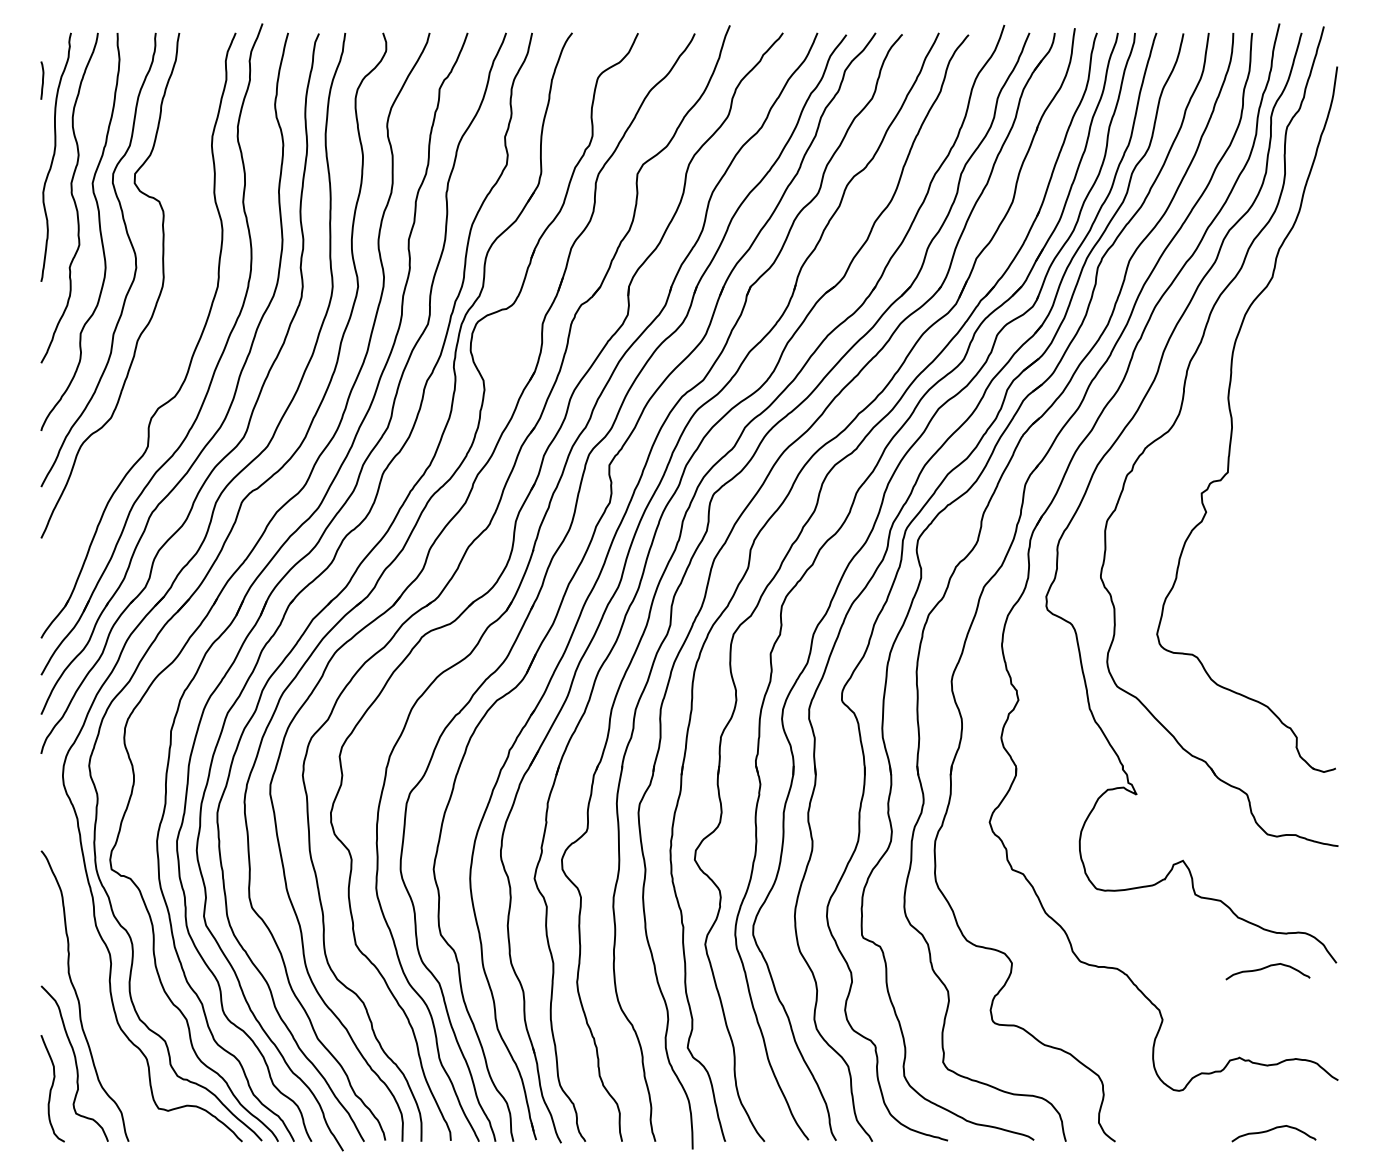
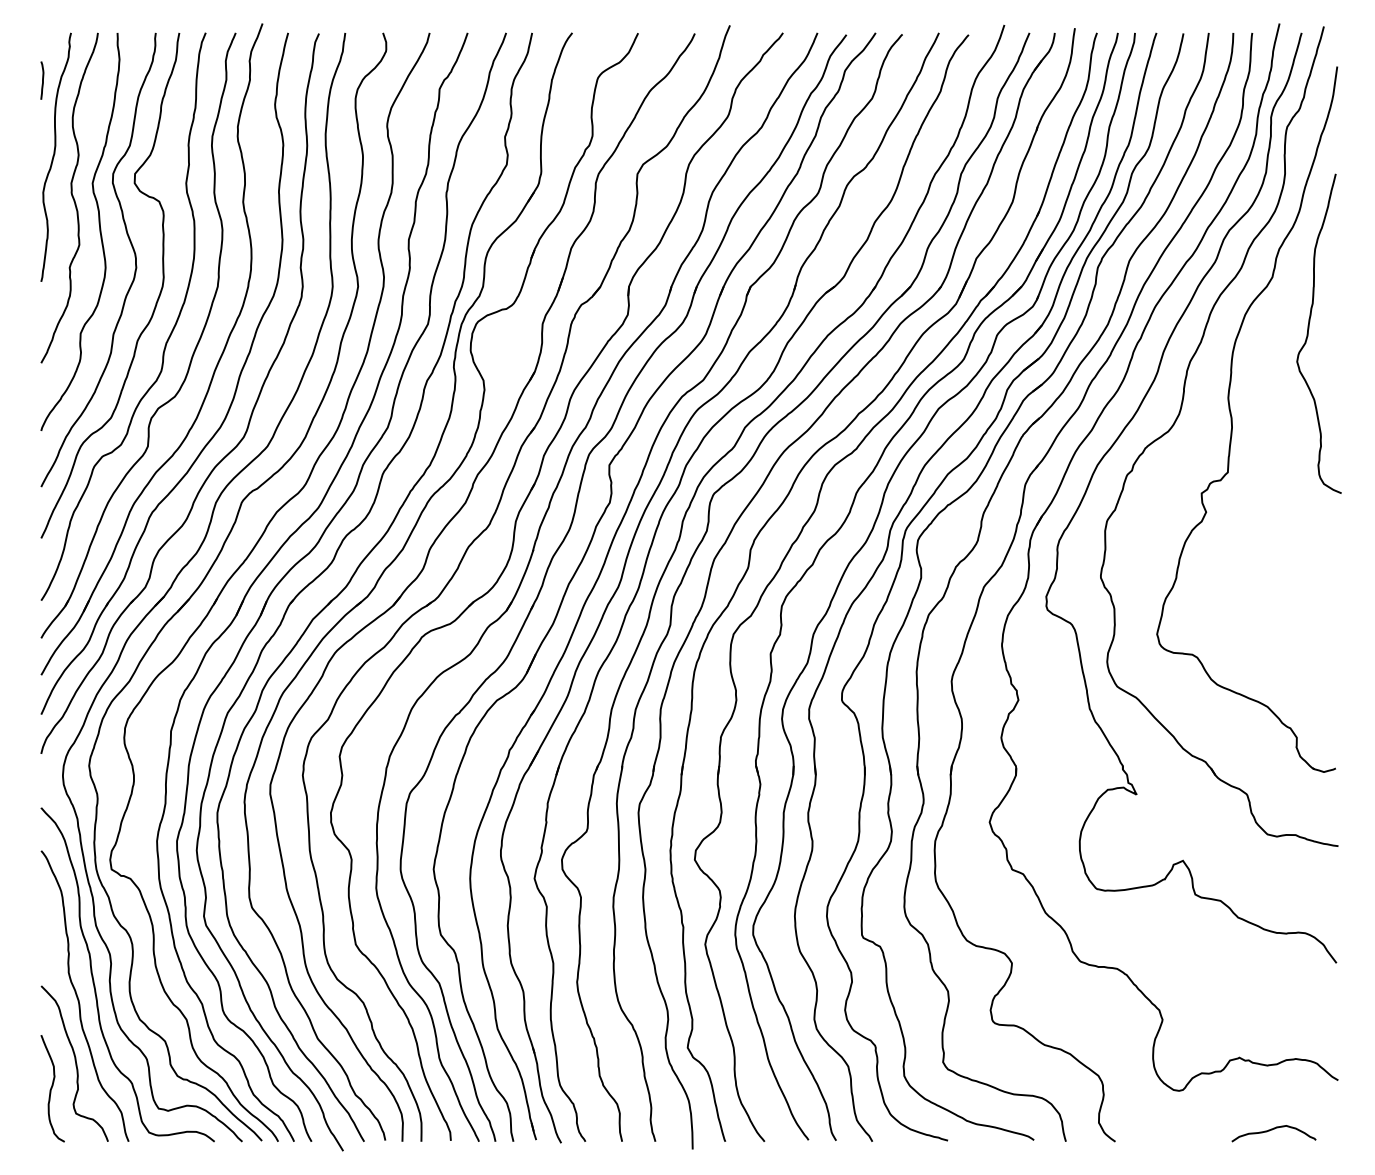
curve at (1309, 329): none -> present
curve at (167, 338): none -> present
curve at (1266, 968): present -> none
curve at (94, 980): none -> present
